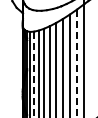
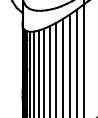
line at (77, 63): dashed -> solid
line at (34, 74): dashed -> solid
